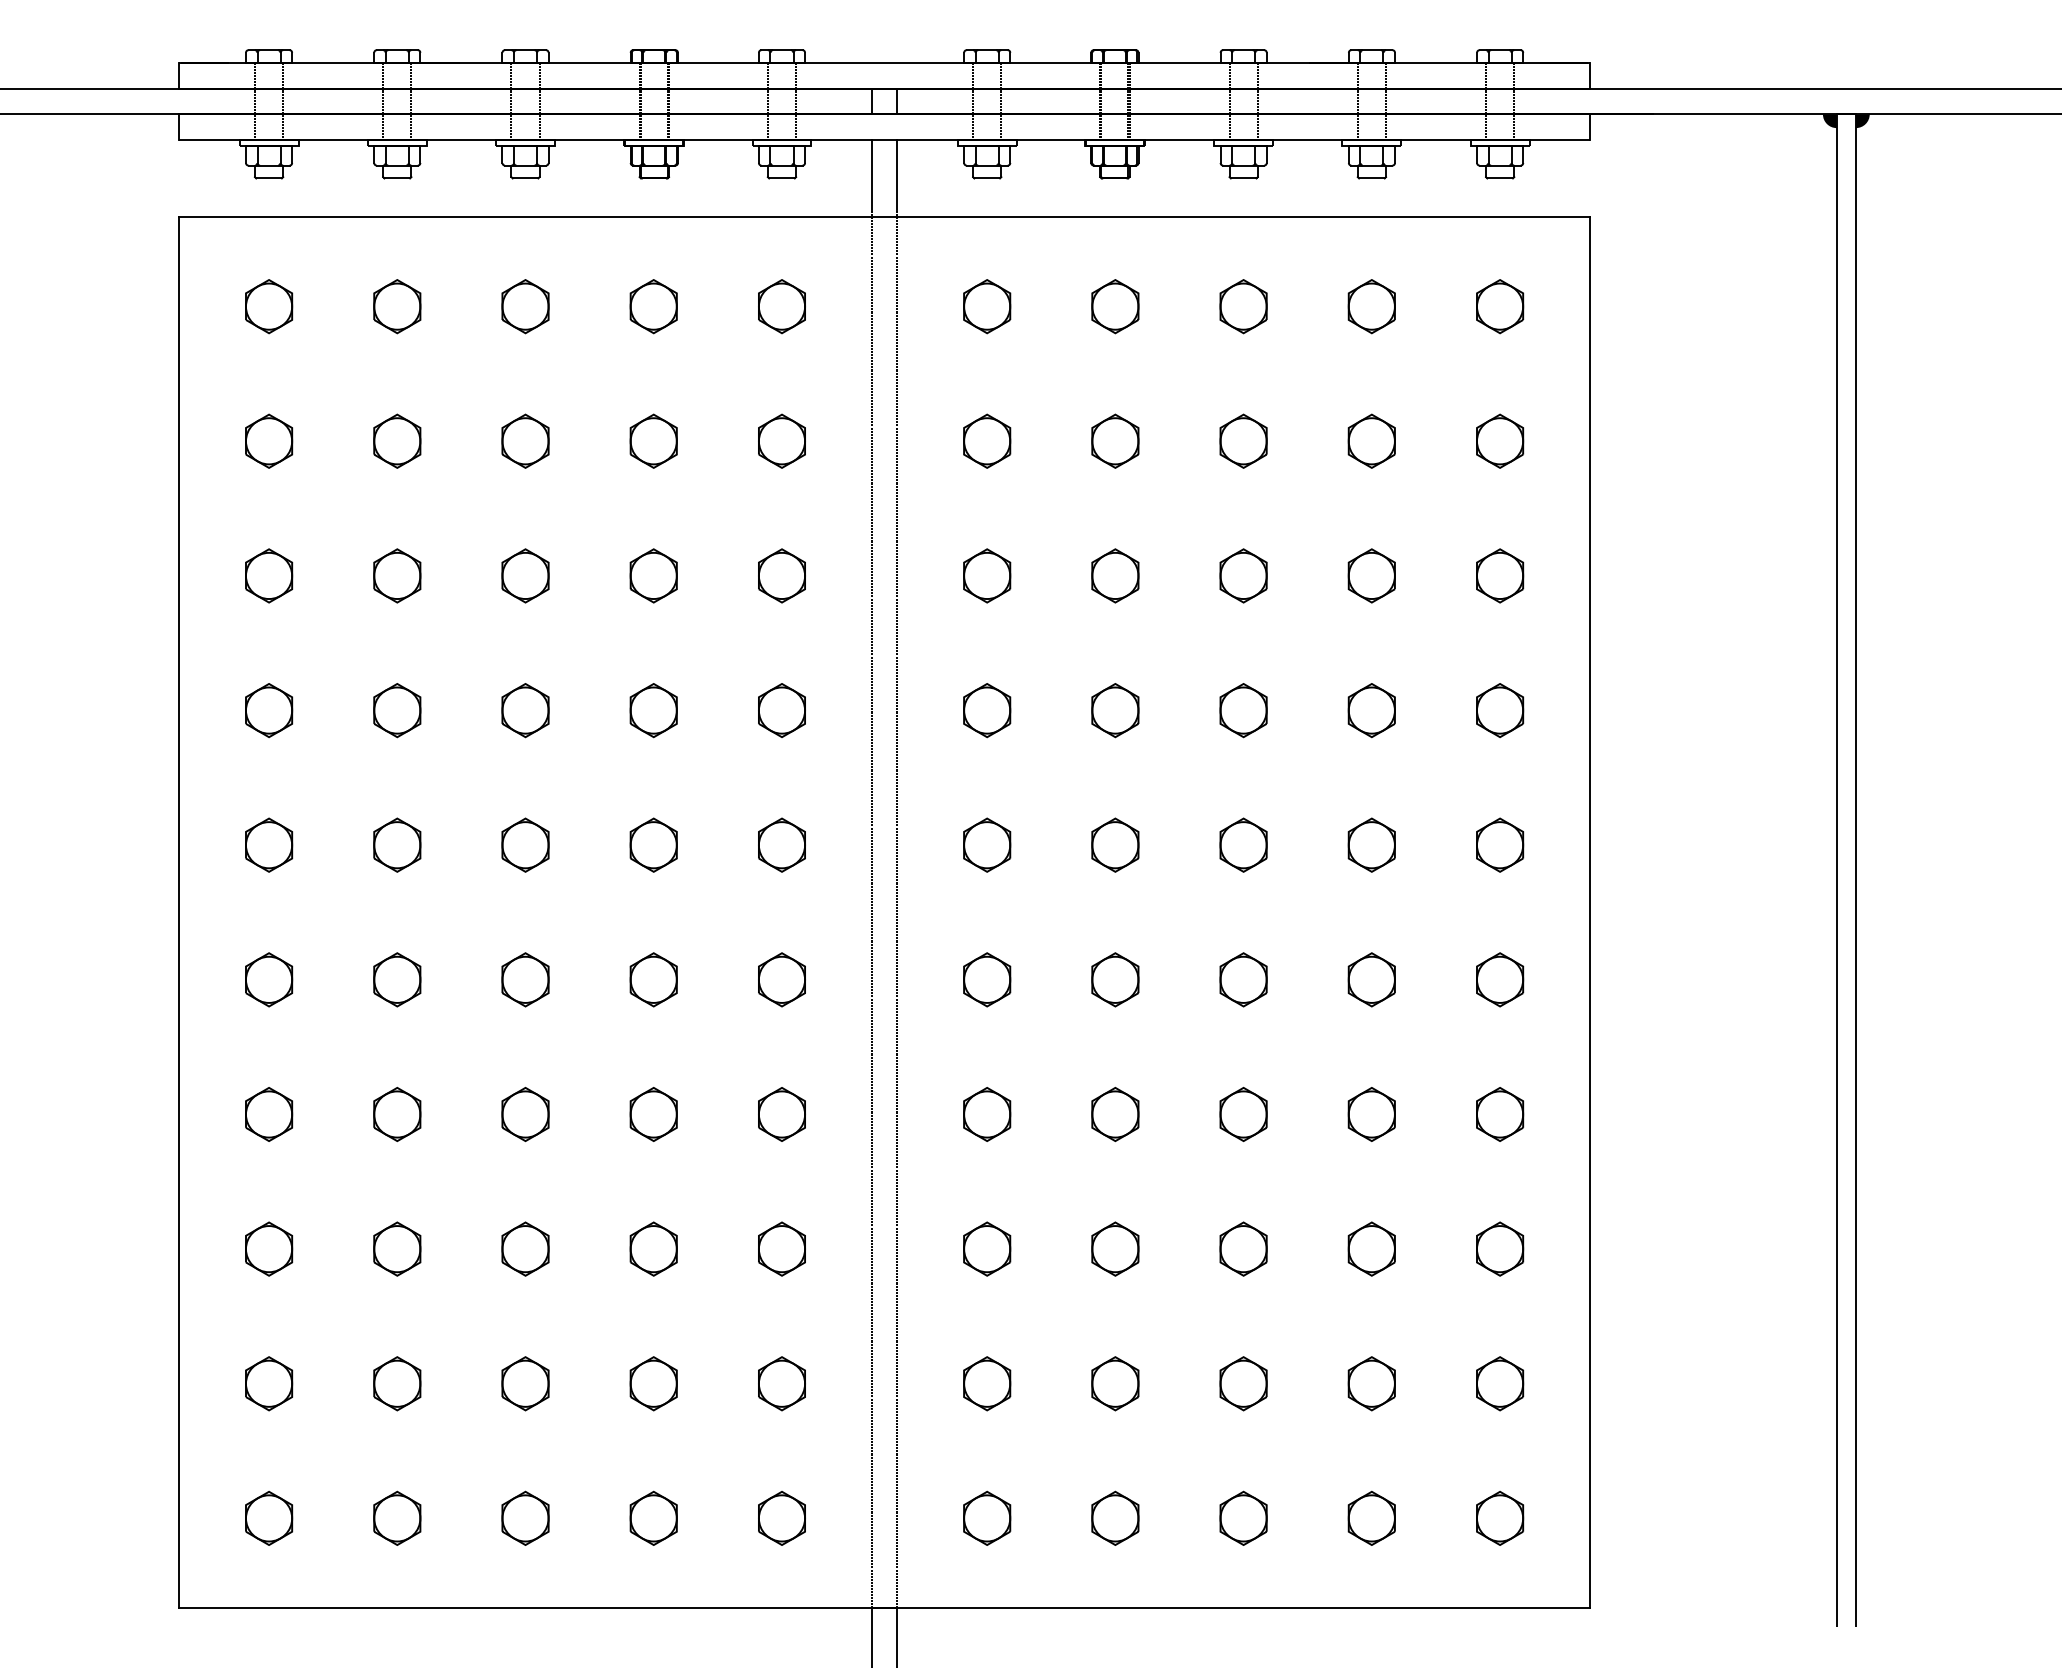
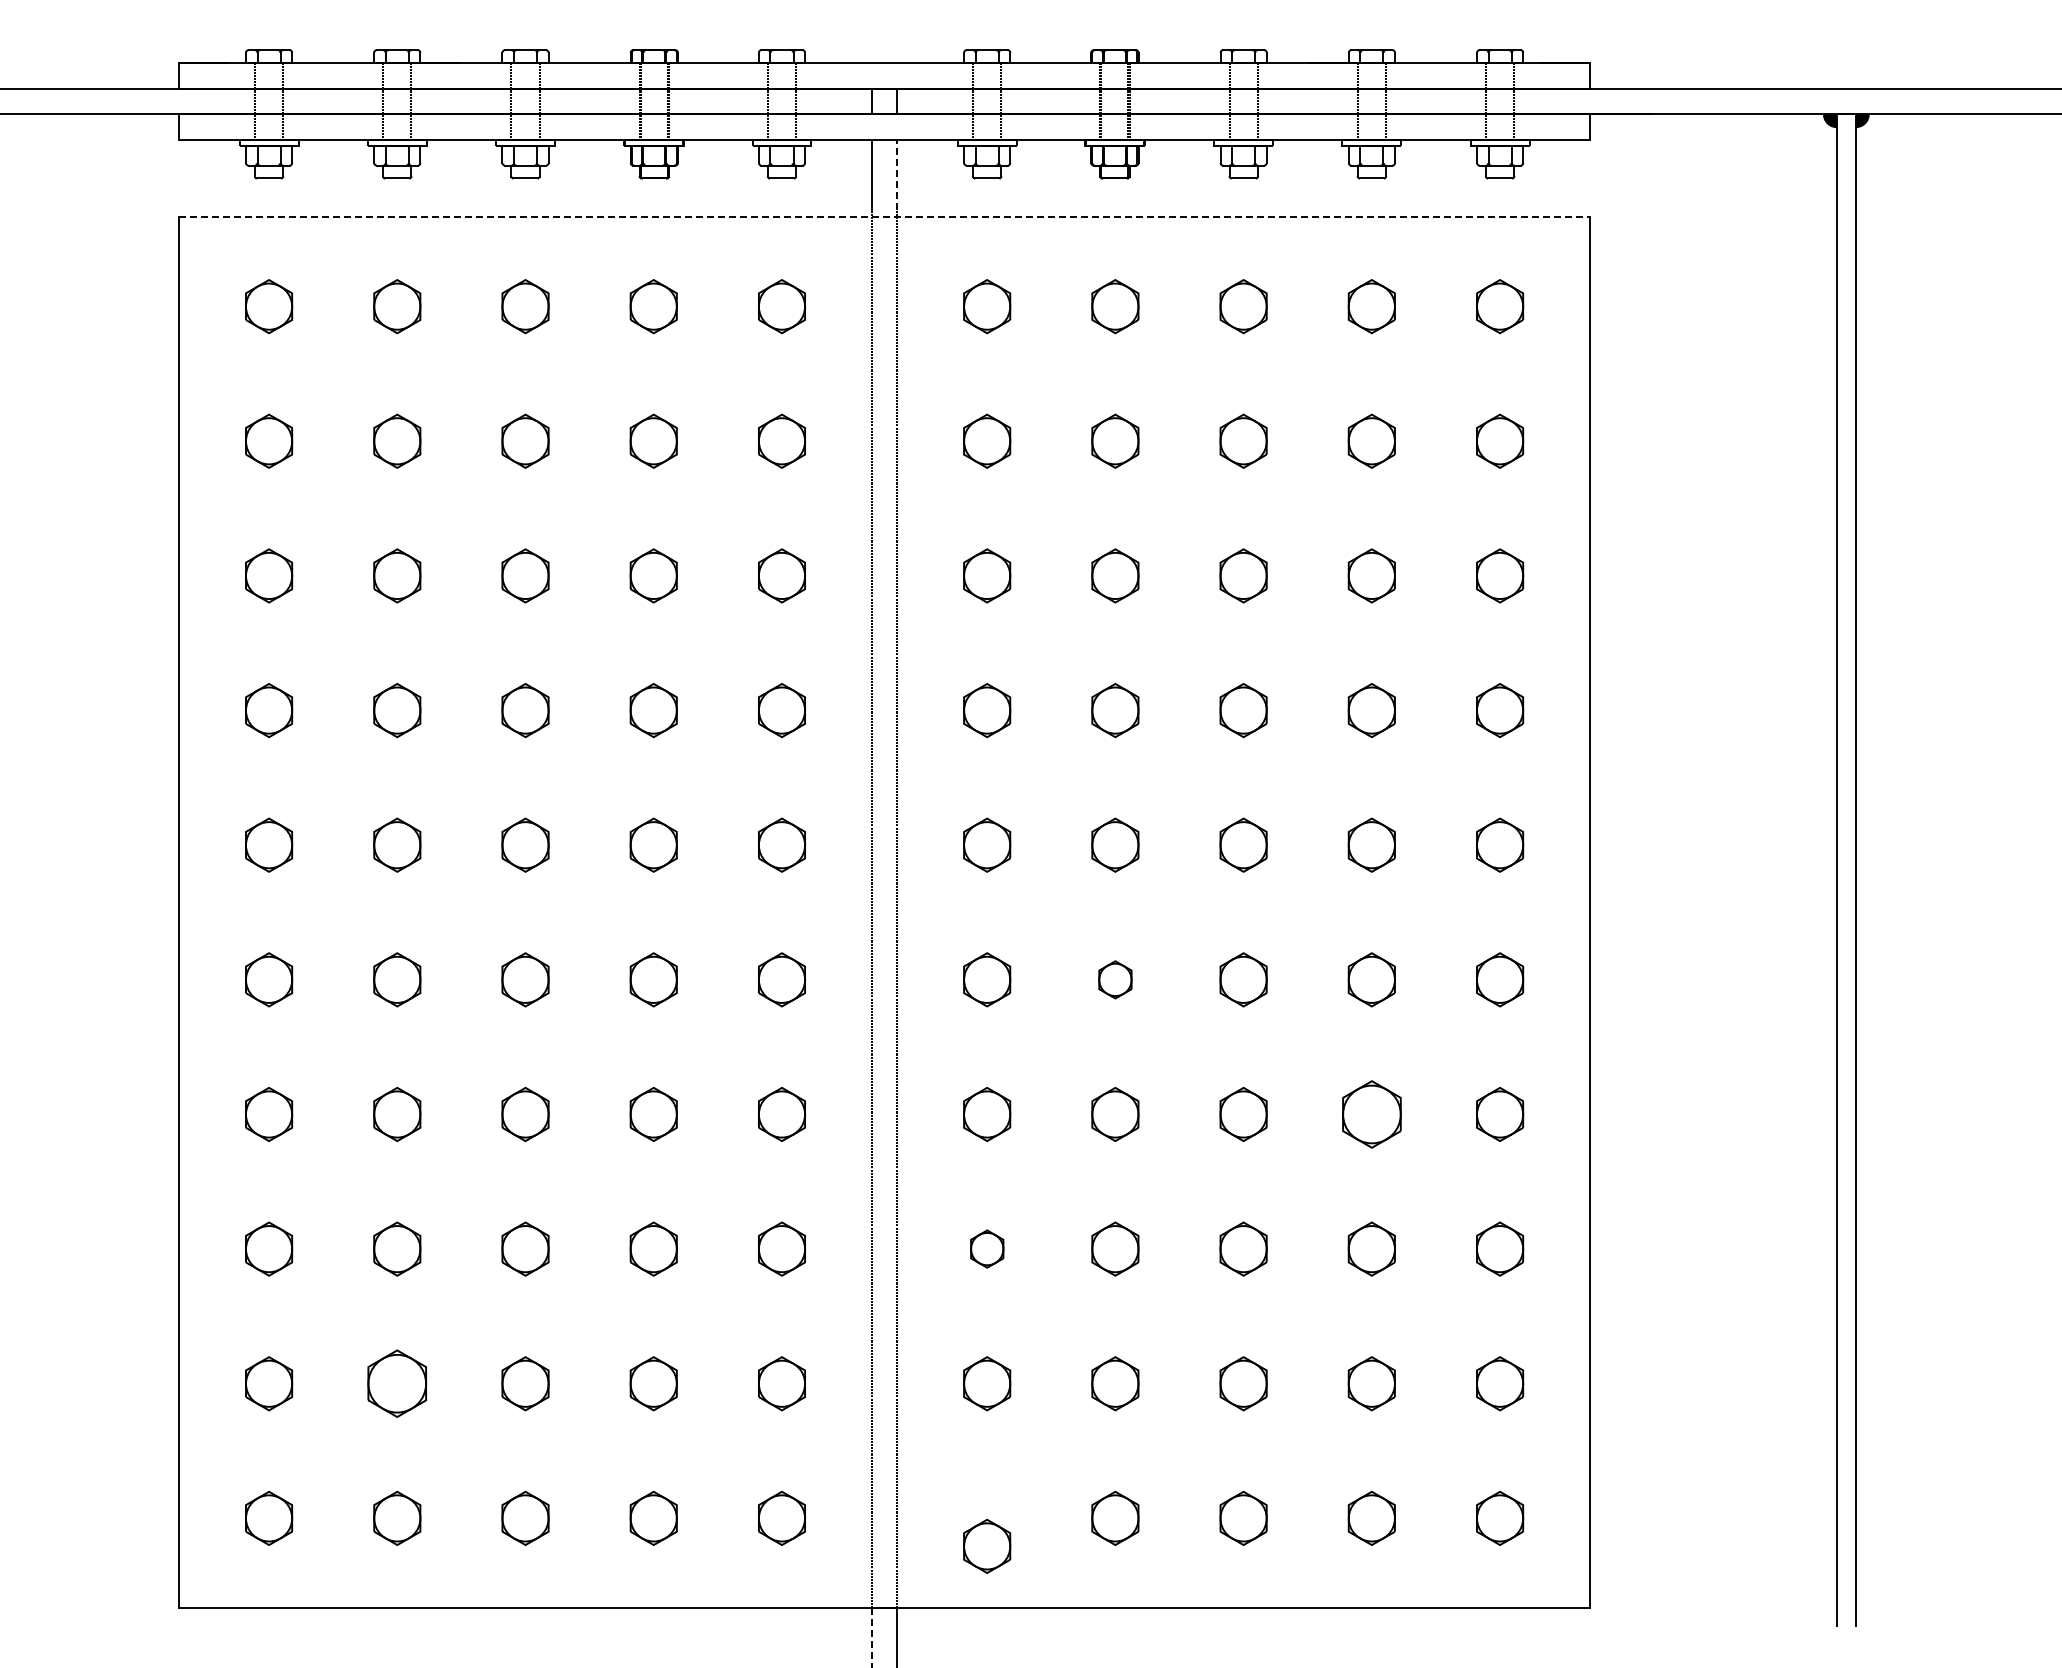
line at (897, 174): solid -> dashed
line at (885, 216): solid -> dashed
part at (1115, 979) size: 49x56 px -> 35x40 px
part at (1371, 1114) size: 49x55 px -> 60x69 px
part at (987, 1248) size: 49x56 px -> 35x40 px
part at (397, 1383) size: 49x56 px -> 61x69 px
part at (987, 1517) position: (987, 1517) -> (987, 1545)
line at (871, 1637): solid -> dashed
